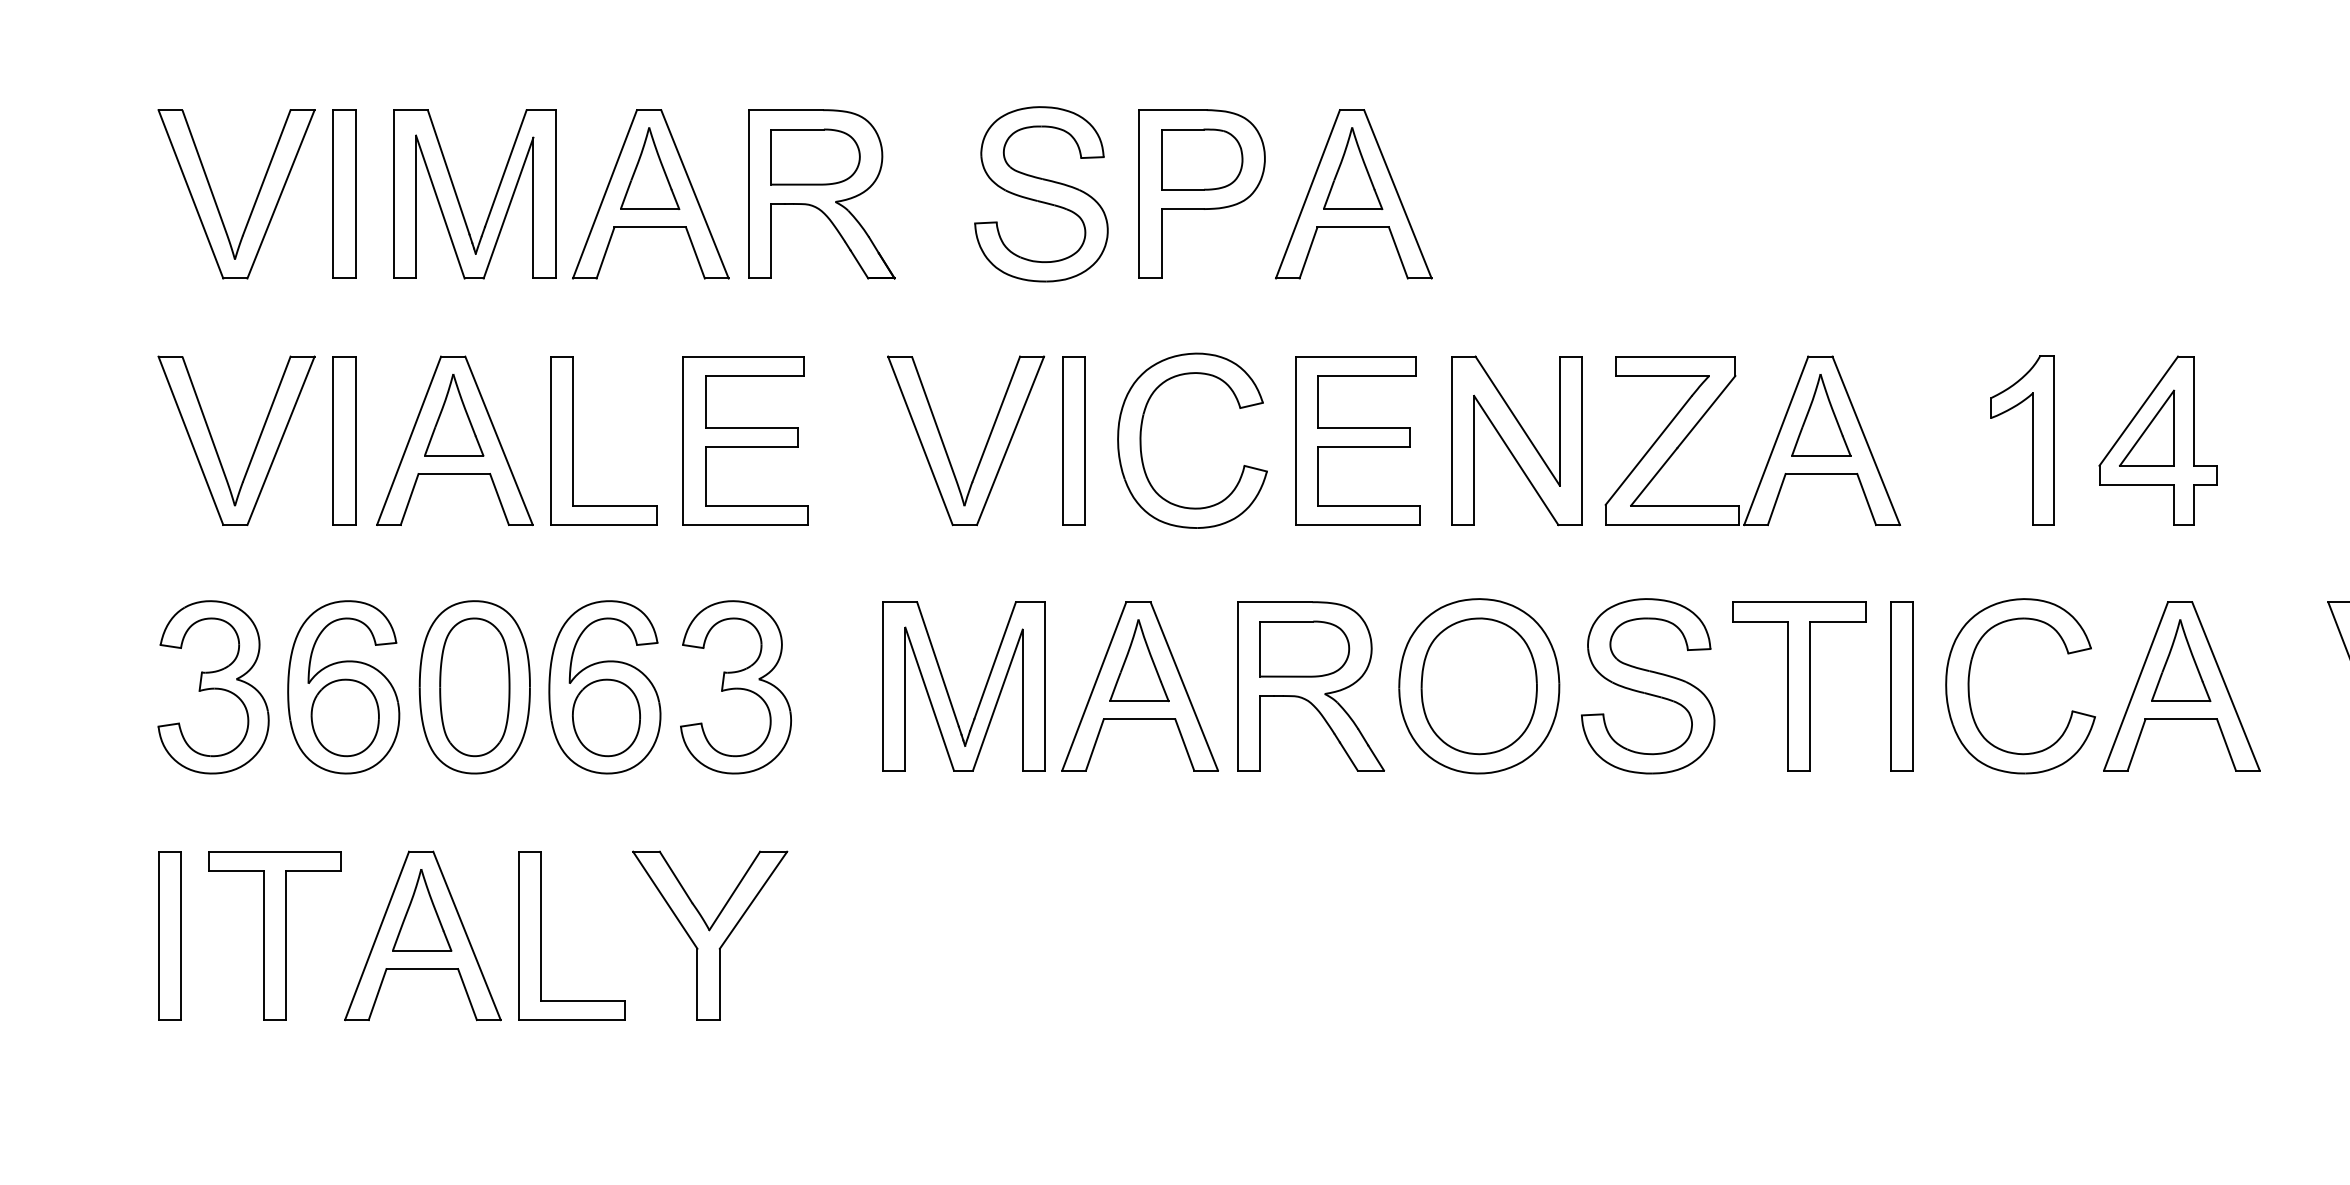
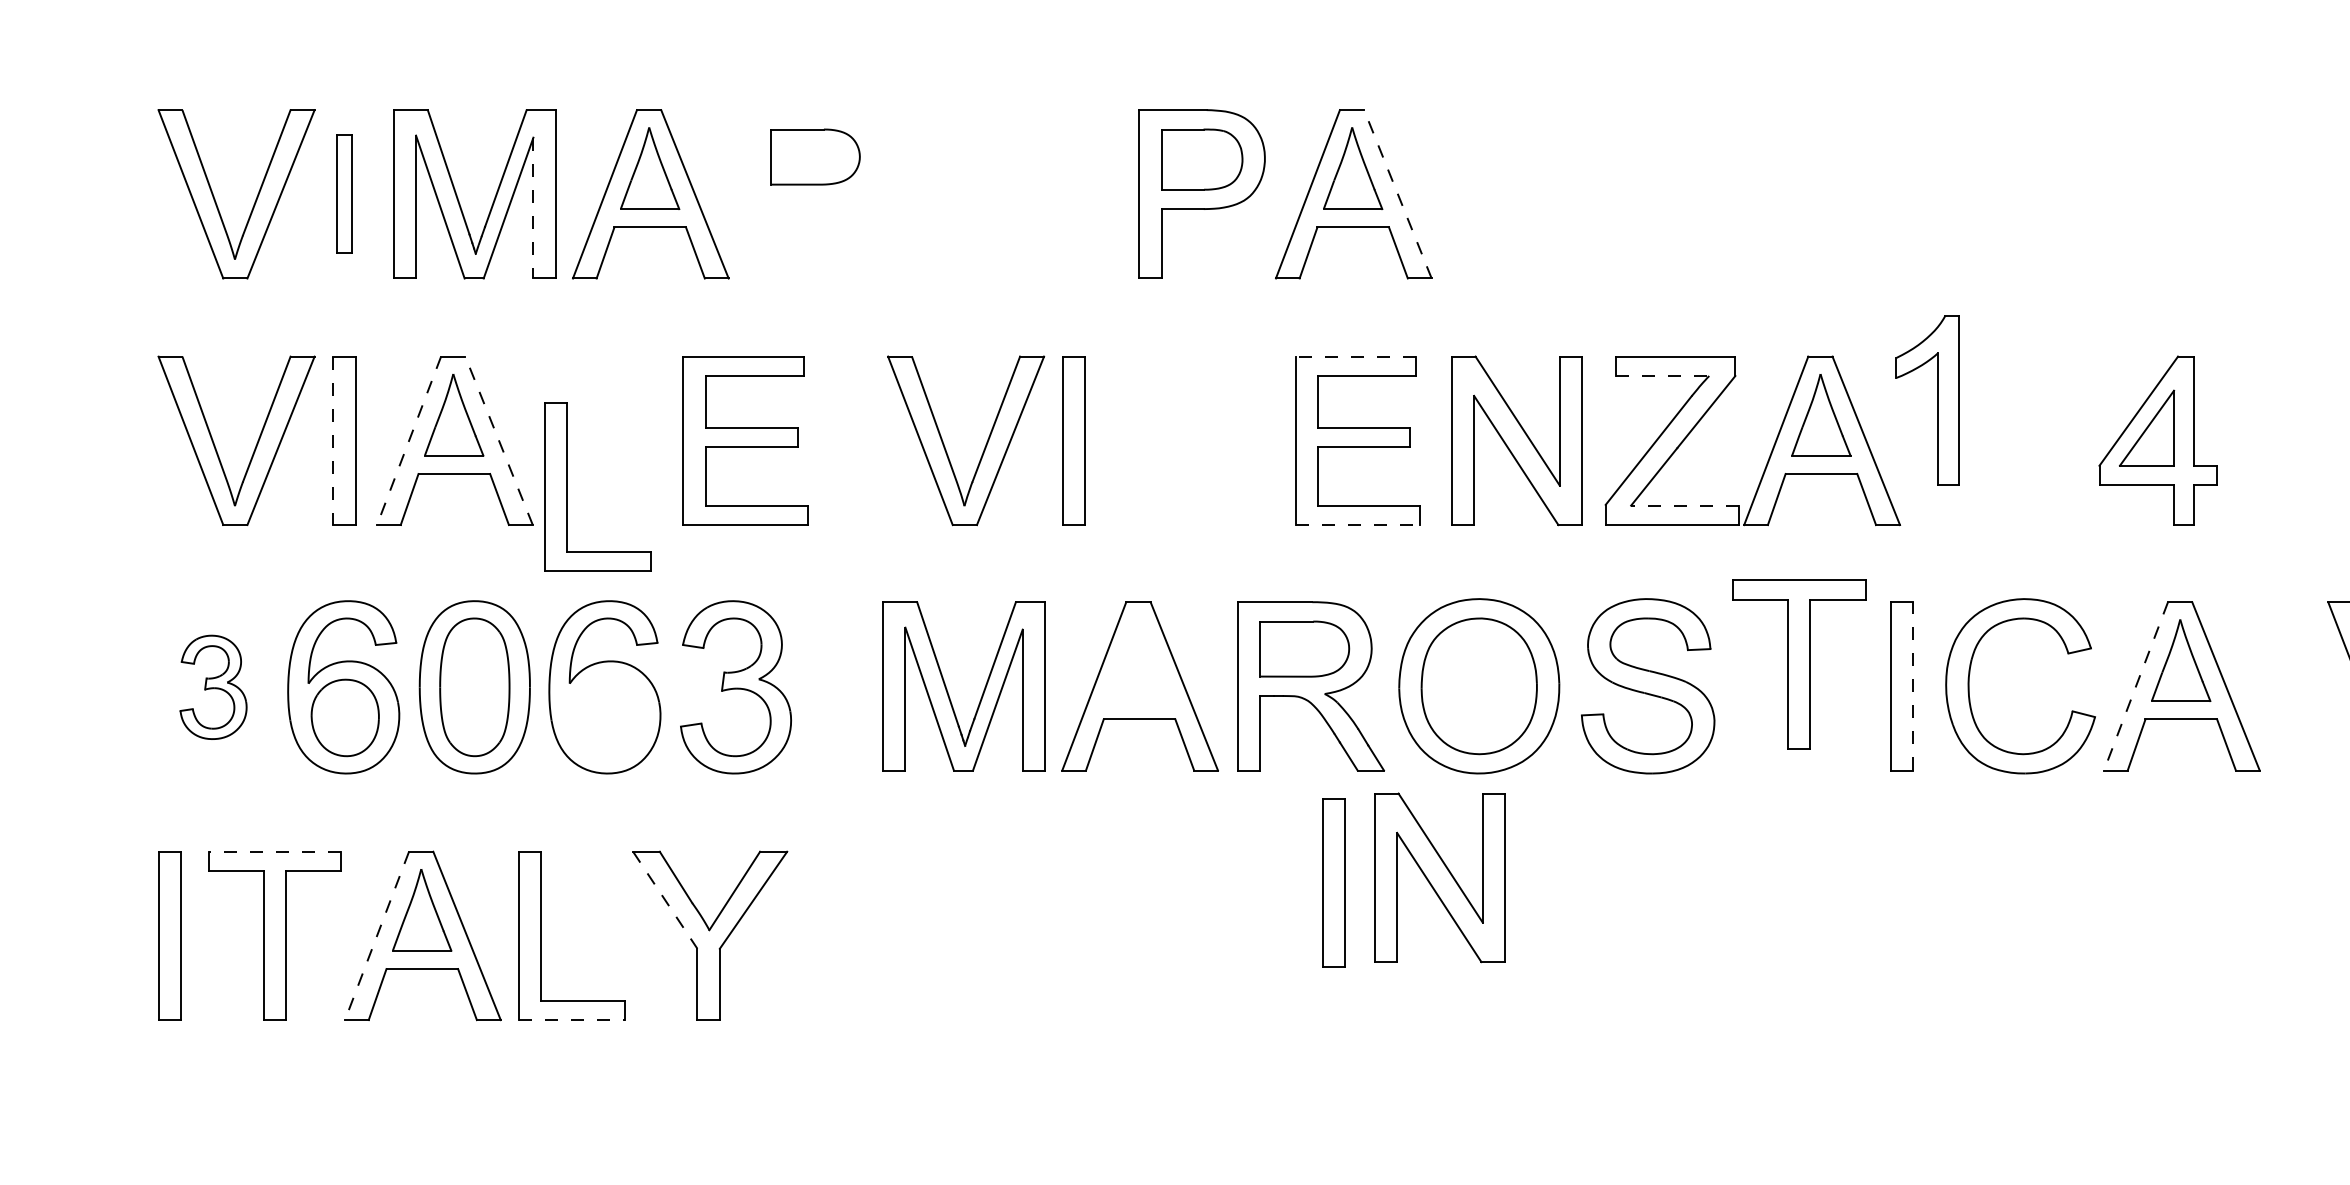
part at (344, 193) size: 25x170 px -> 17x120 px
part at (821, 194): present -> none
part at (1041, 194): present -> none
line at (1397, 194): solid -> dashed
line at (533, 208): solid -> dashed
line at (1355, 356): solid -> dashed
line at (1662, 376): solid -> dashed
line at (499, 440): solid -> dashed
part at (573, 440) position: (573, 440) -> (567, 486)
part at (1141, 440): present -> none
part at (2032, 440) position: (2032, 440) -> (1937, 400)
line at (333, 441): solid -> dashed
line at (408, 441): solid -> dashed
line at (1684, 505): solid -> dashed
line at (1358, 525): solid -> dashed
part at (1139, 660): present -> none
line at (1913, 685): solid -> dashed
part at (1799, 686) position: (1799, 686) -> (1799, 664)
line at (2135, 686): solid -> dashed
part at (213, 687) size: 113x175 px -> 69x106 px
part at (606, 717): present -> none
line at (274, 851): solid -> dashed
part at (1439, 877): none -> present
part at (1333, 882): none -> present
line at (665, 900): solid -> dashed
line at (376, 936): solid -> dashed
line at (572, 1020): solid -> dashed
